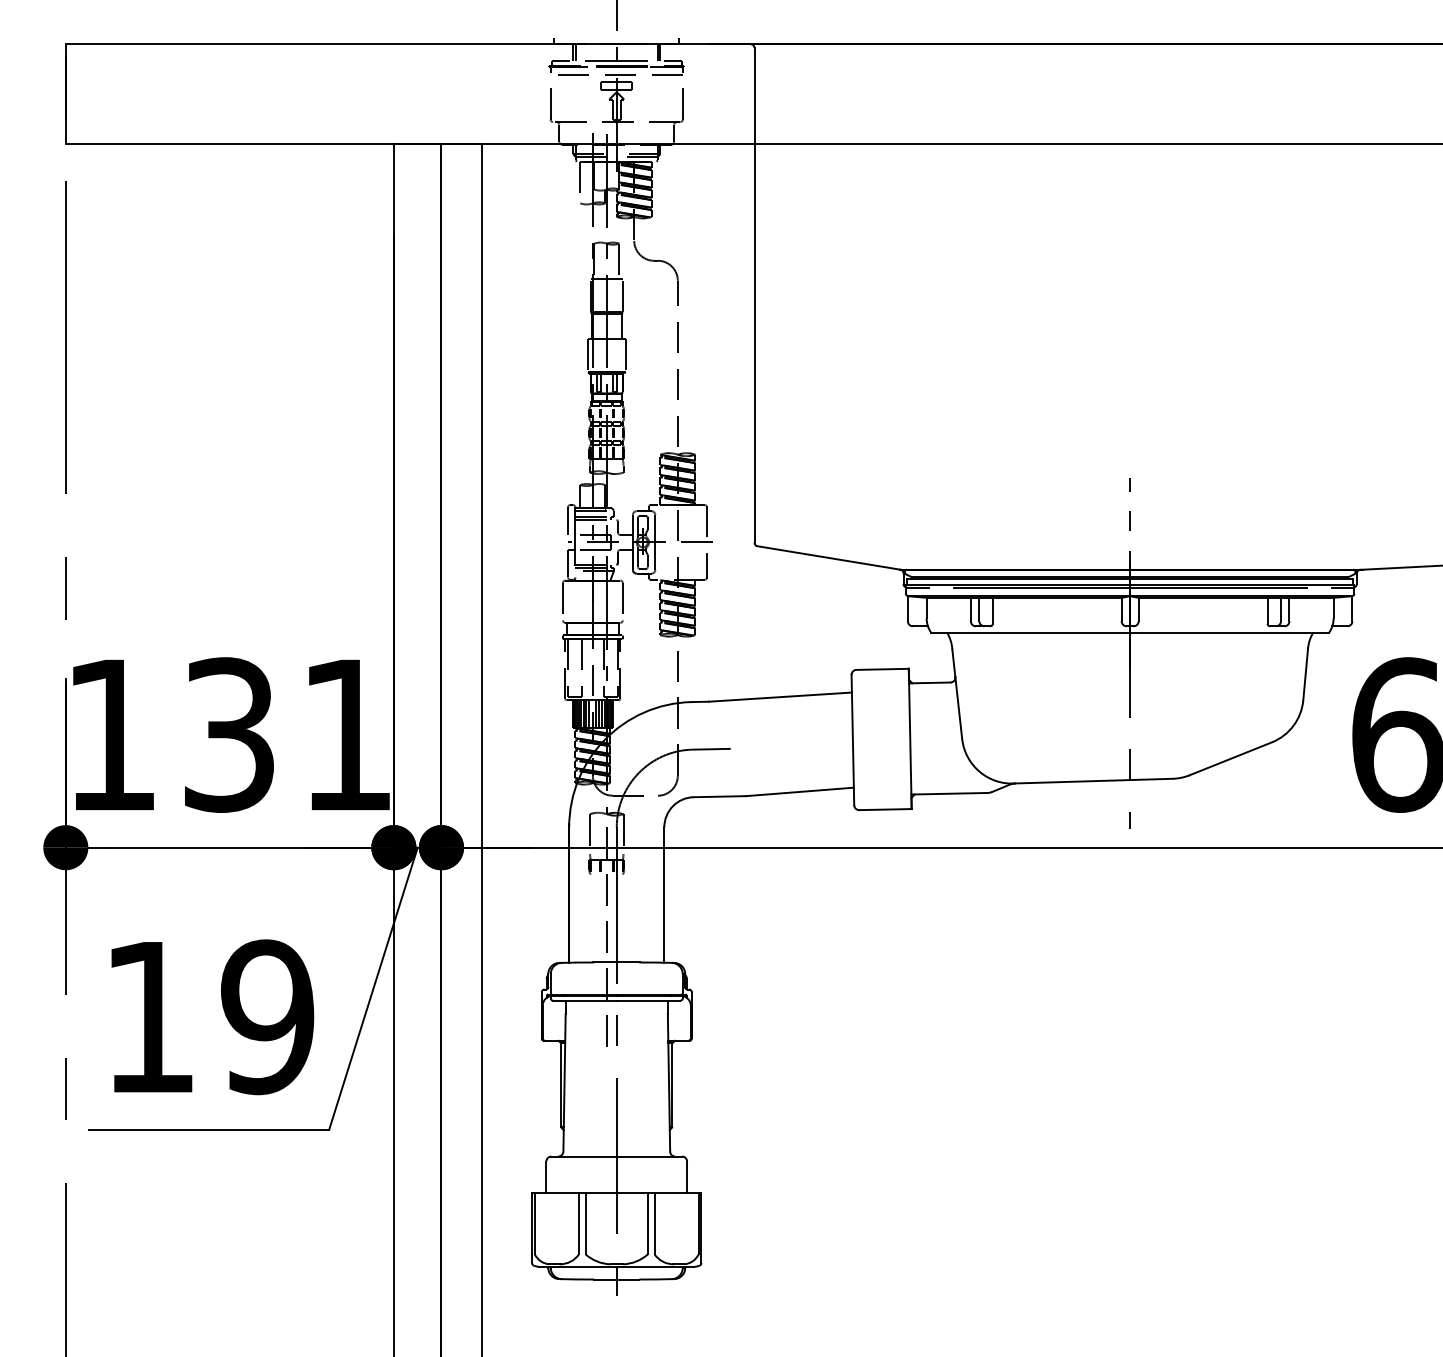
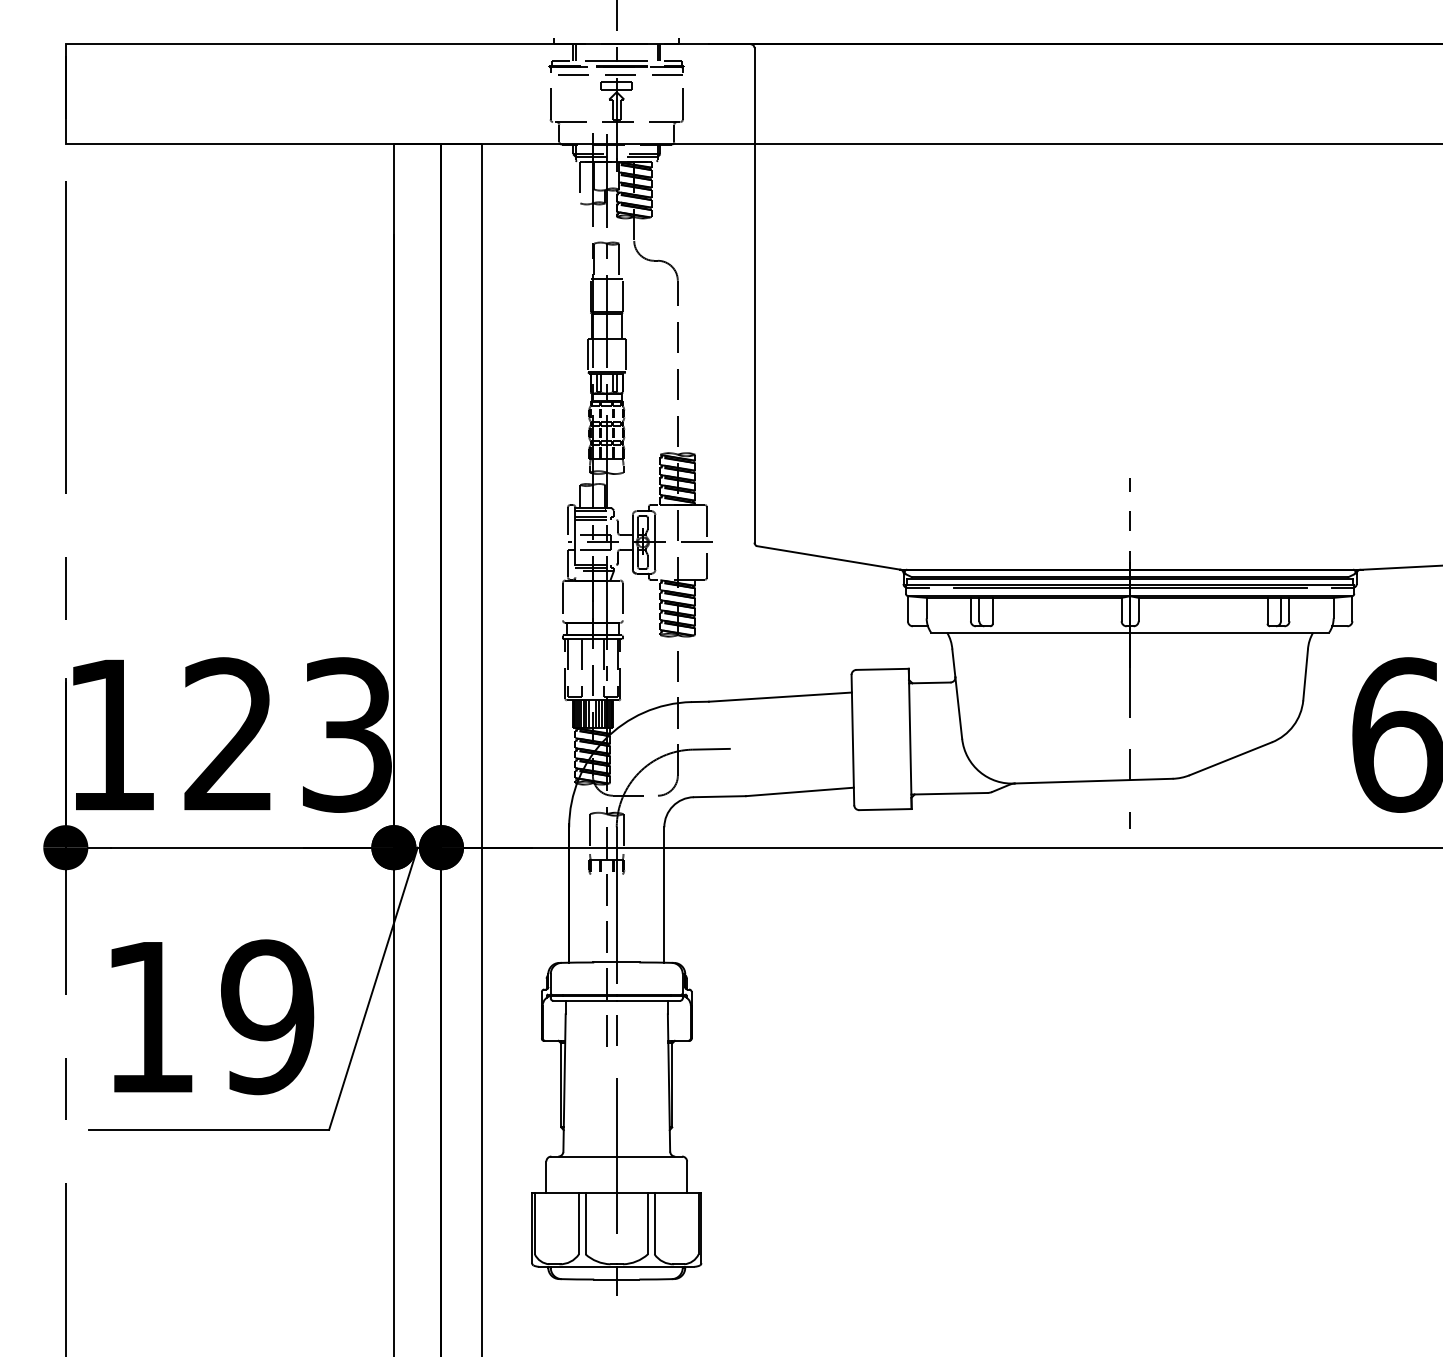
text at (287, 734): 131 -> 123
